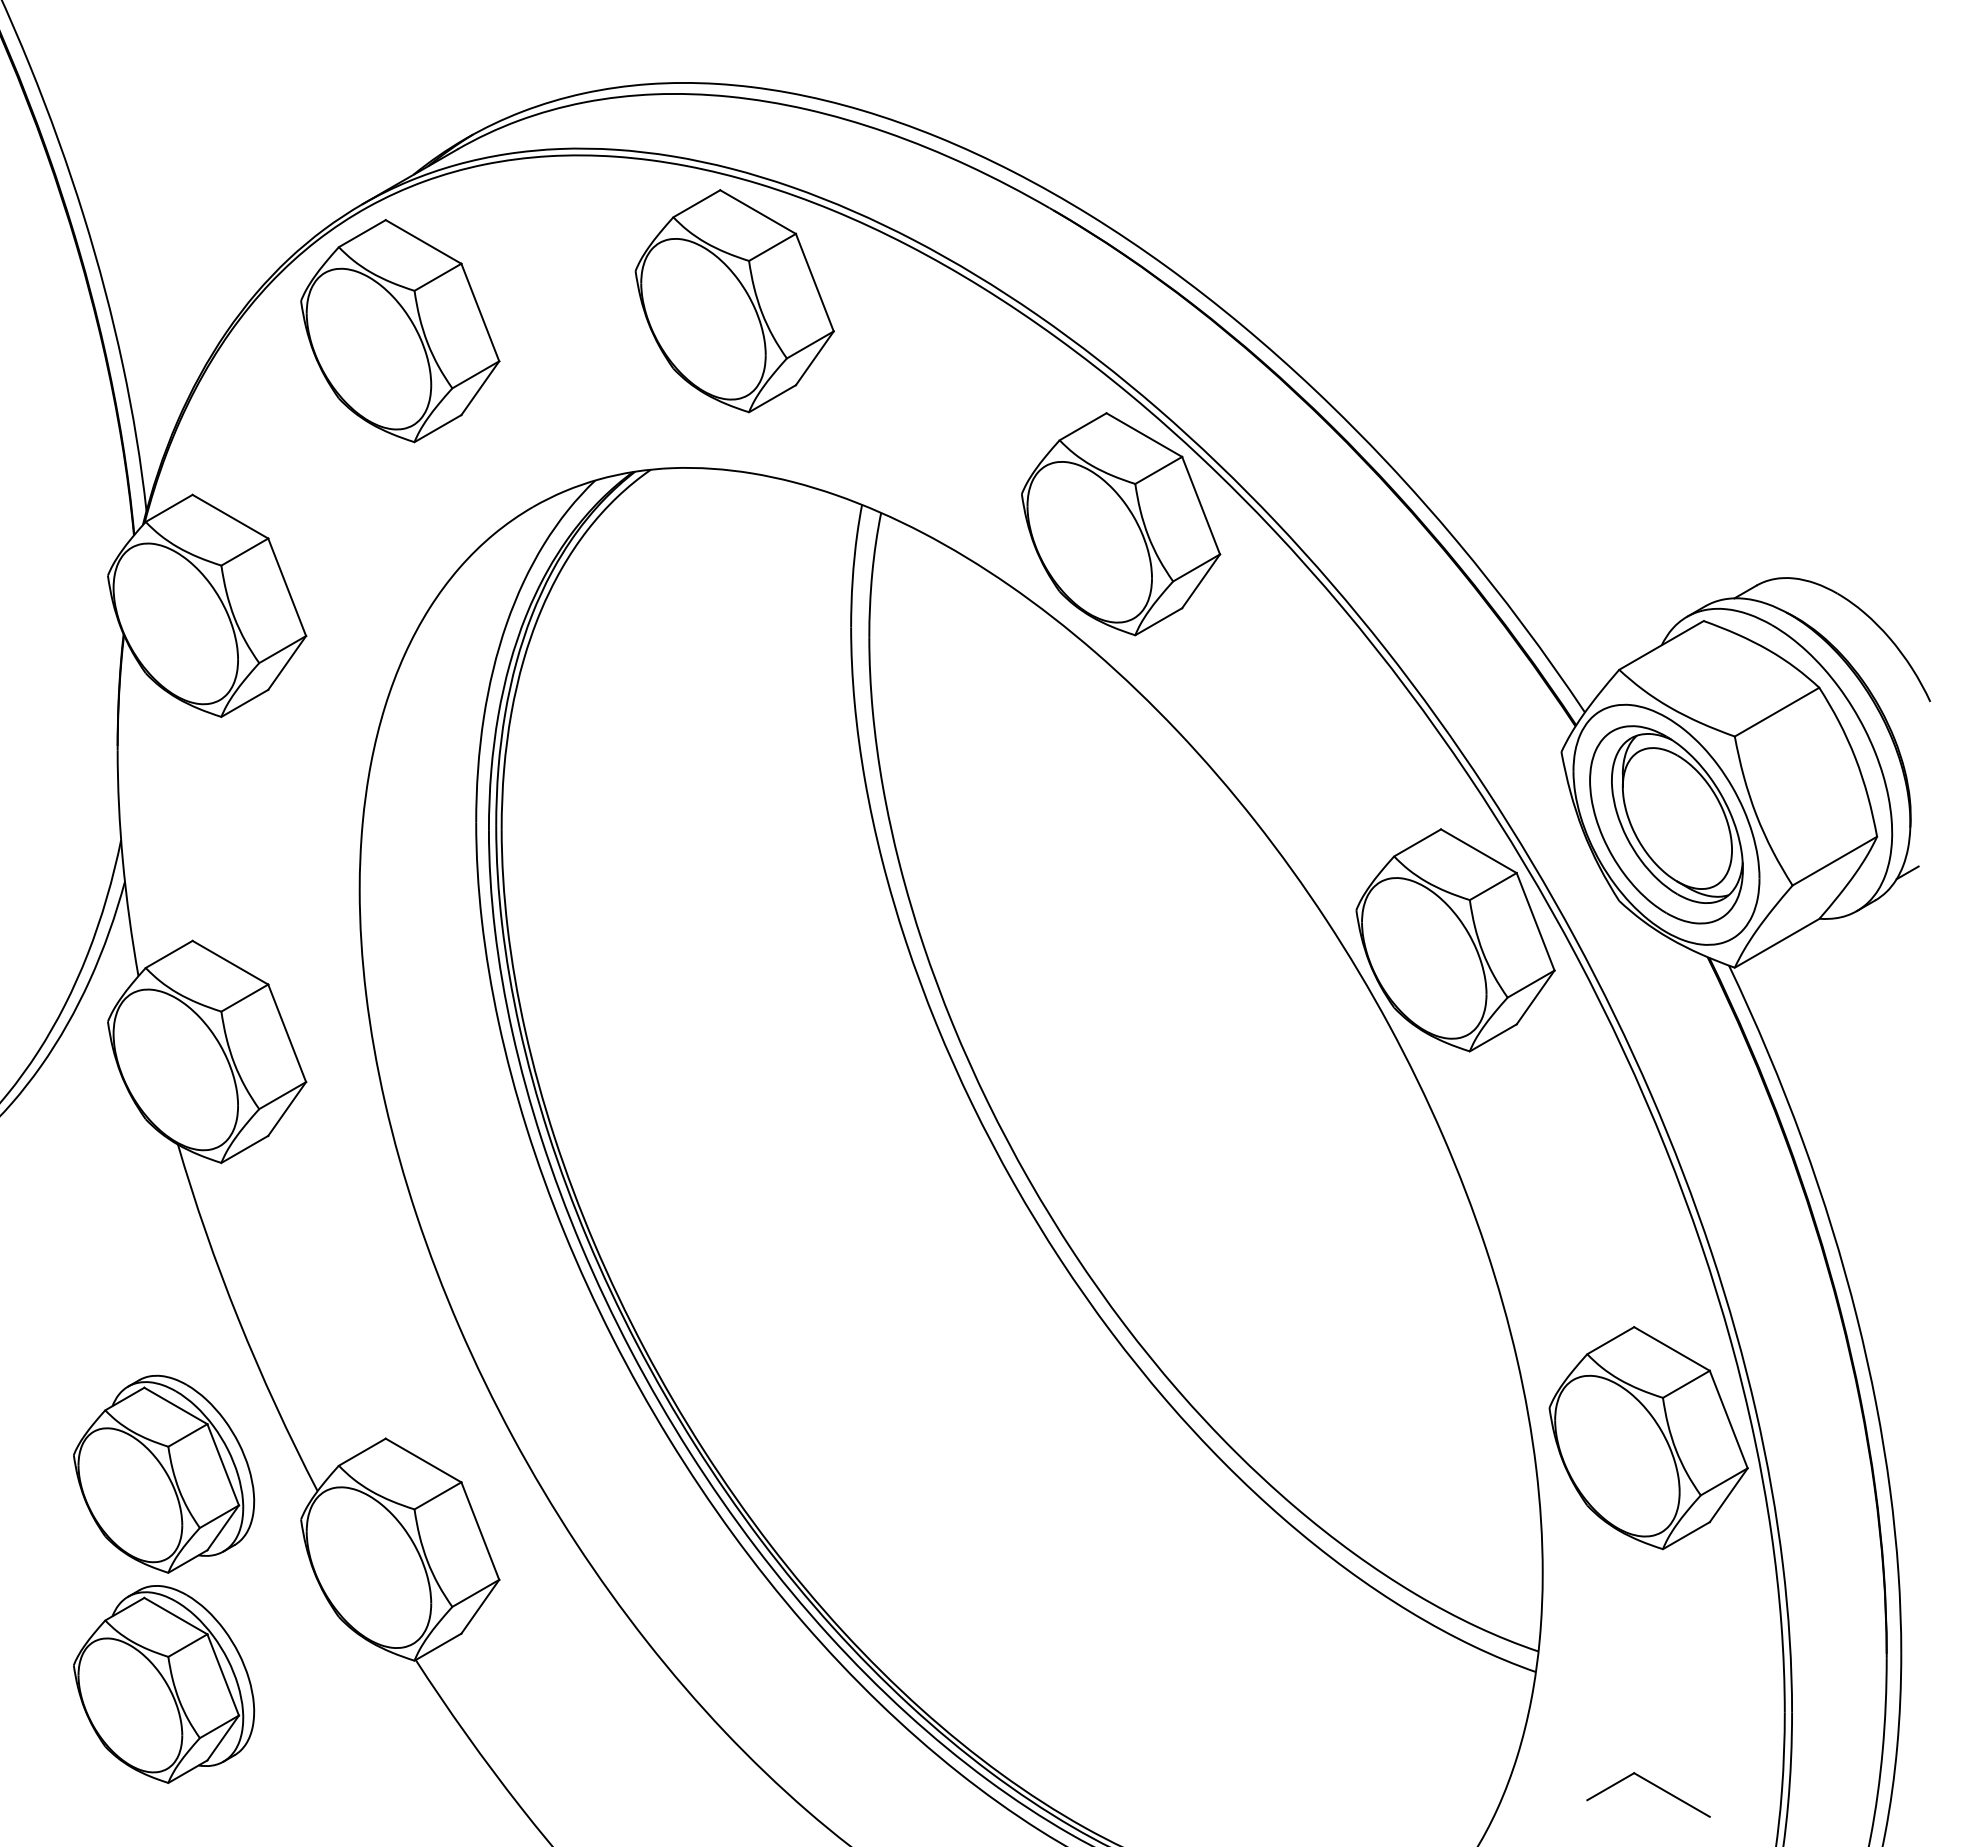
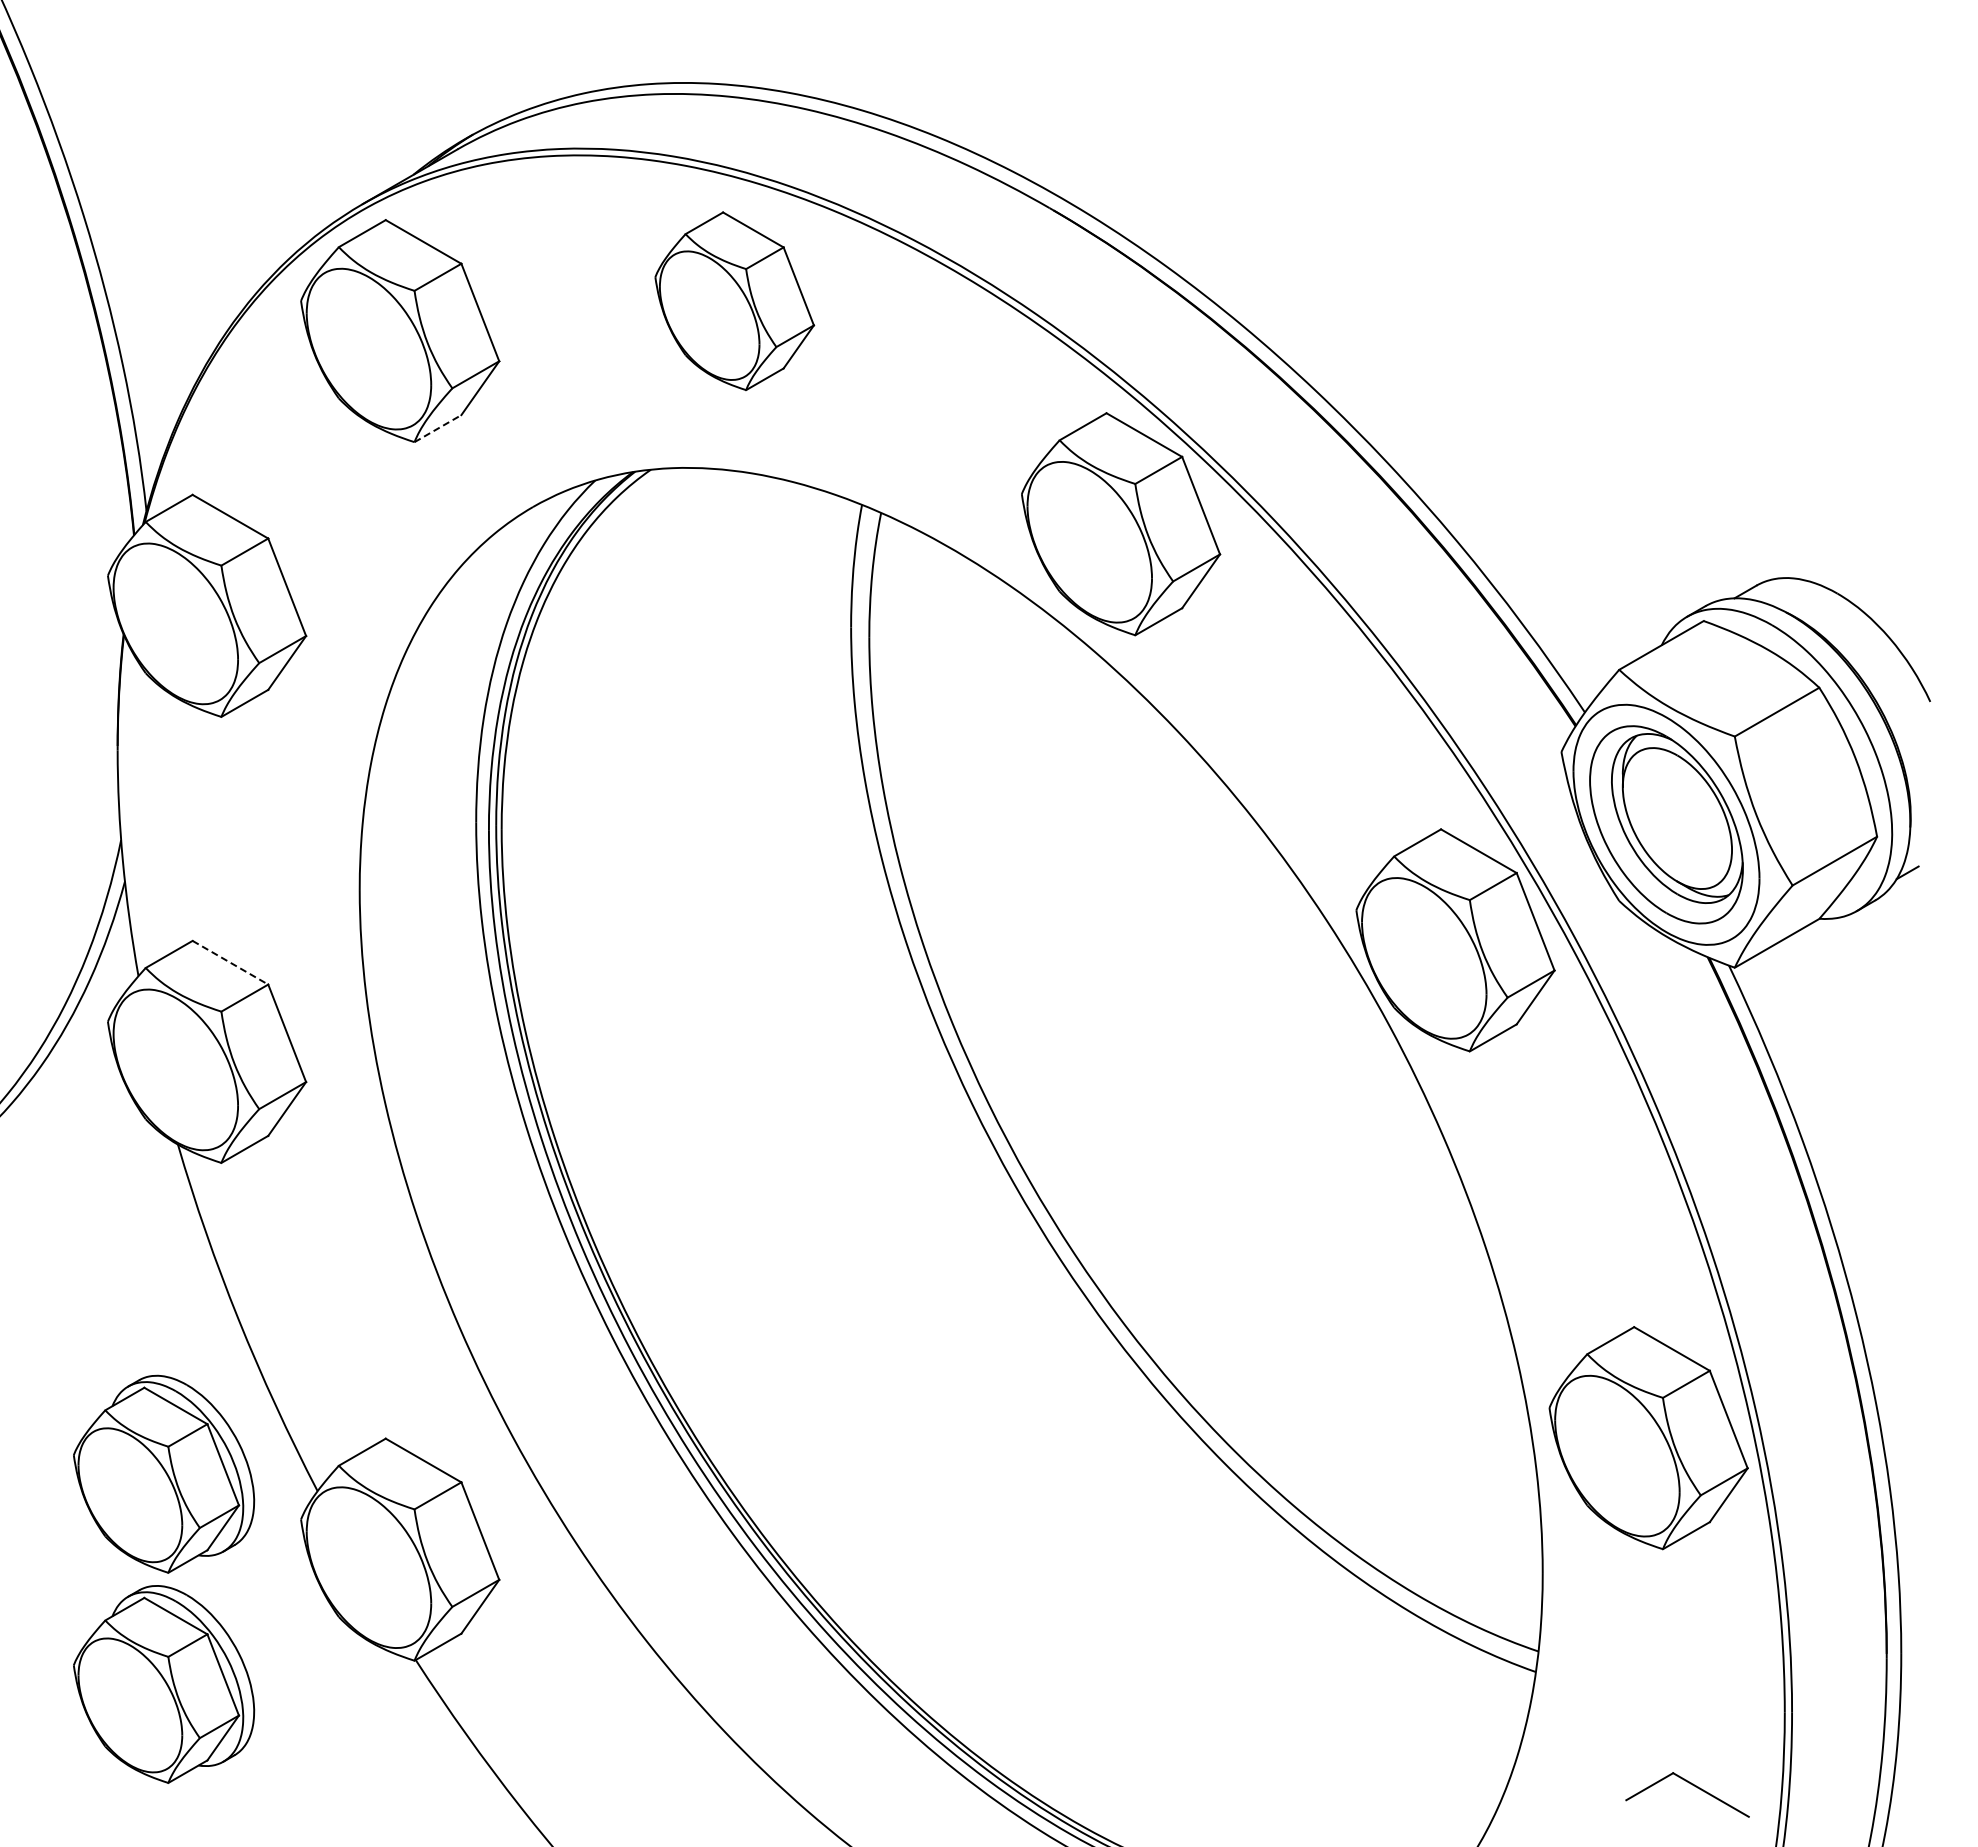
part at (734, 301) size: 201x225 px -> 162x181 px
line at (438, 428): solid -> dashed
line at (230, 962): solid -> dashed
part at (1653, 1785) position: (1653, 1785) -> (1692, 1785)
